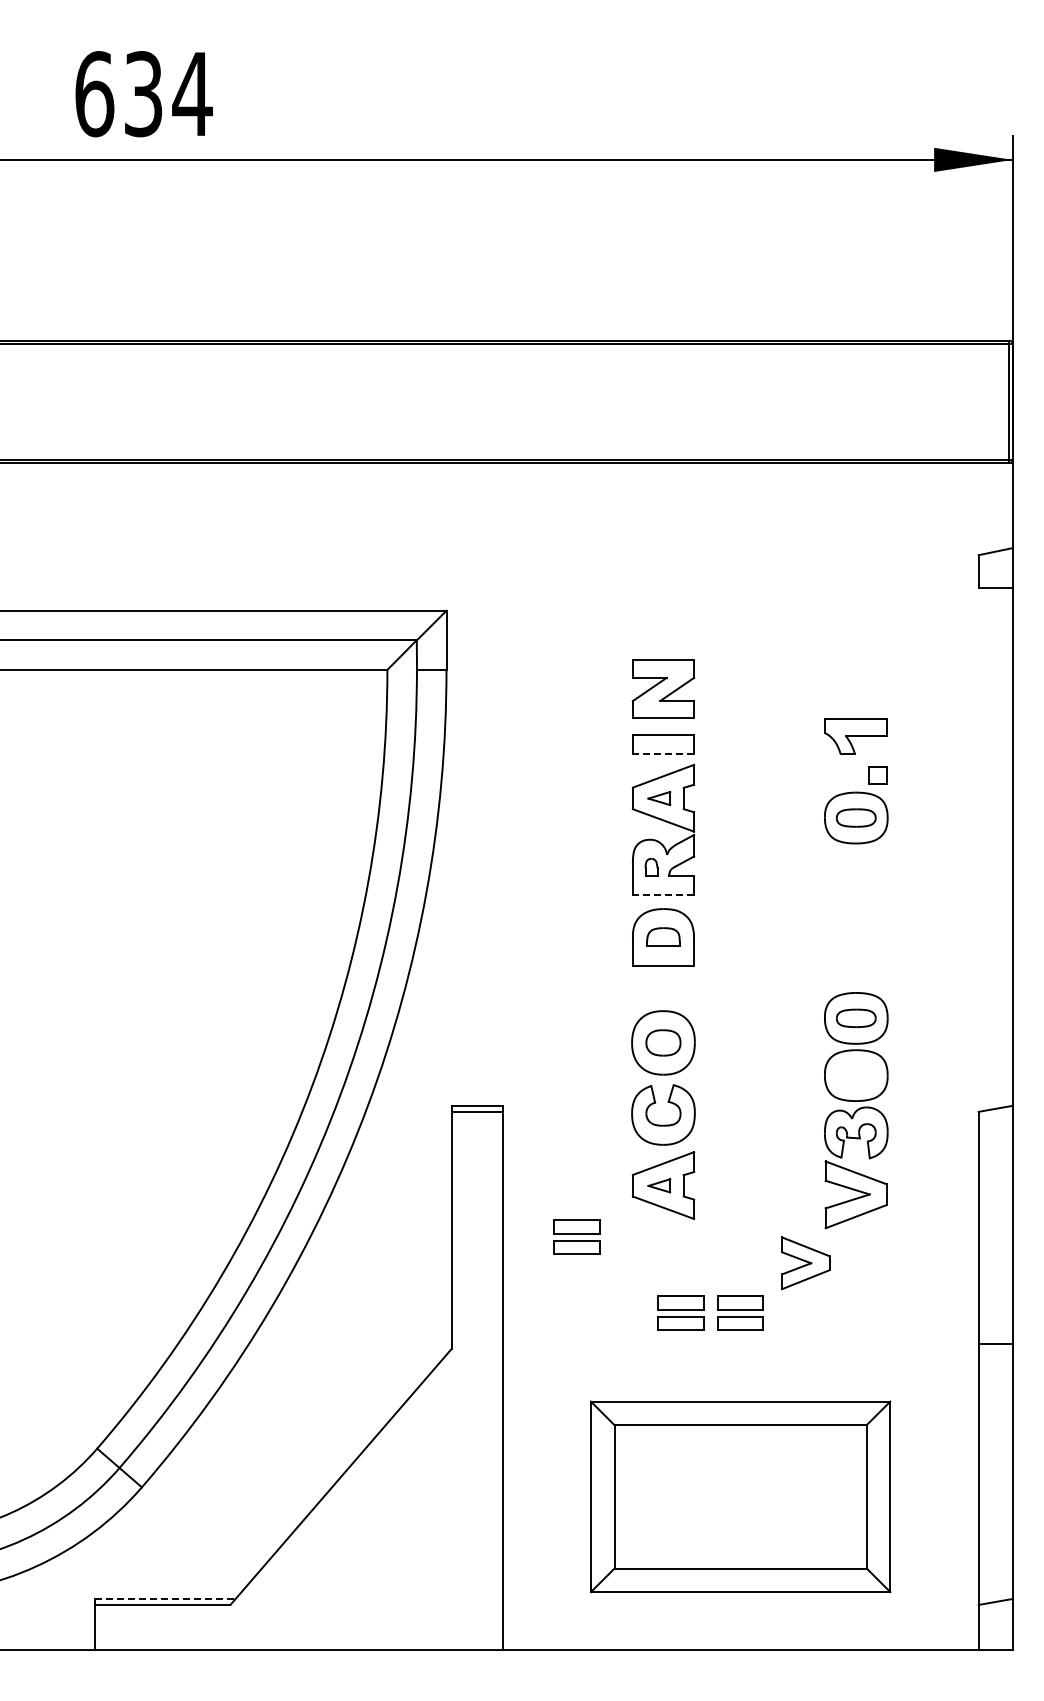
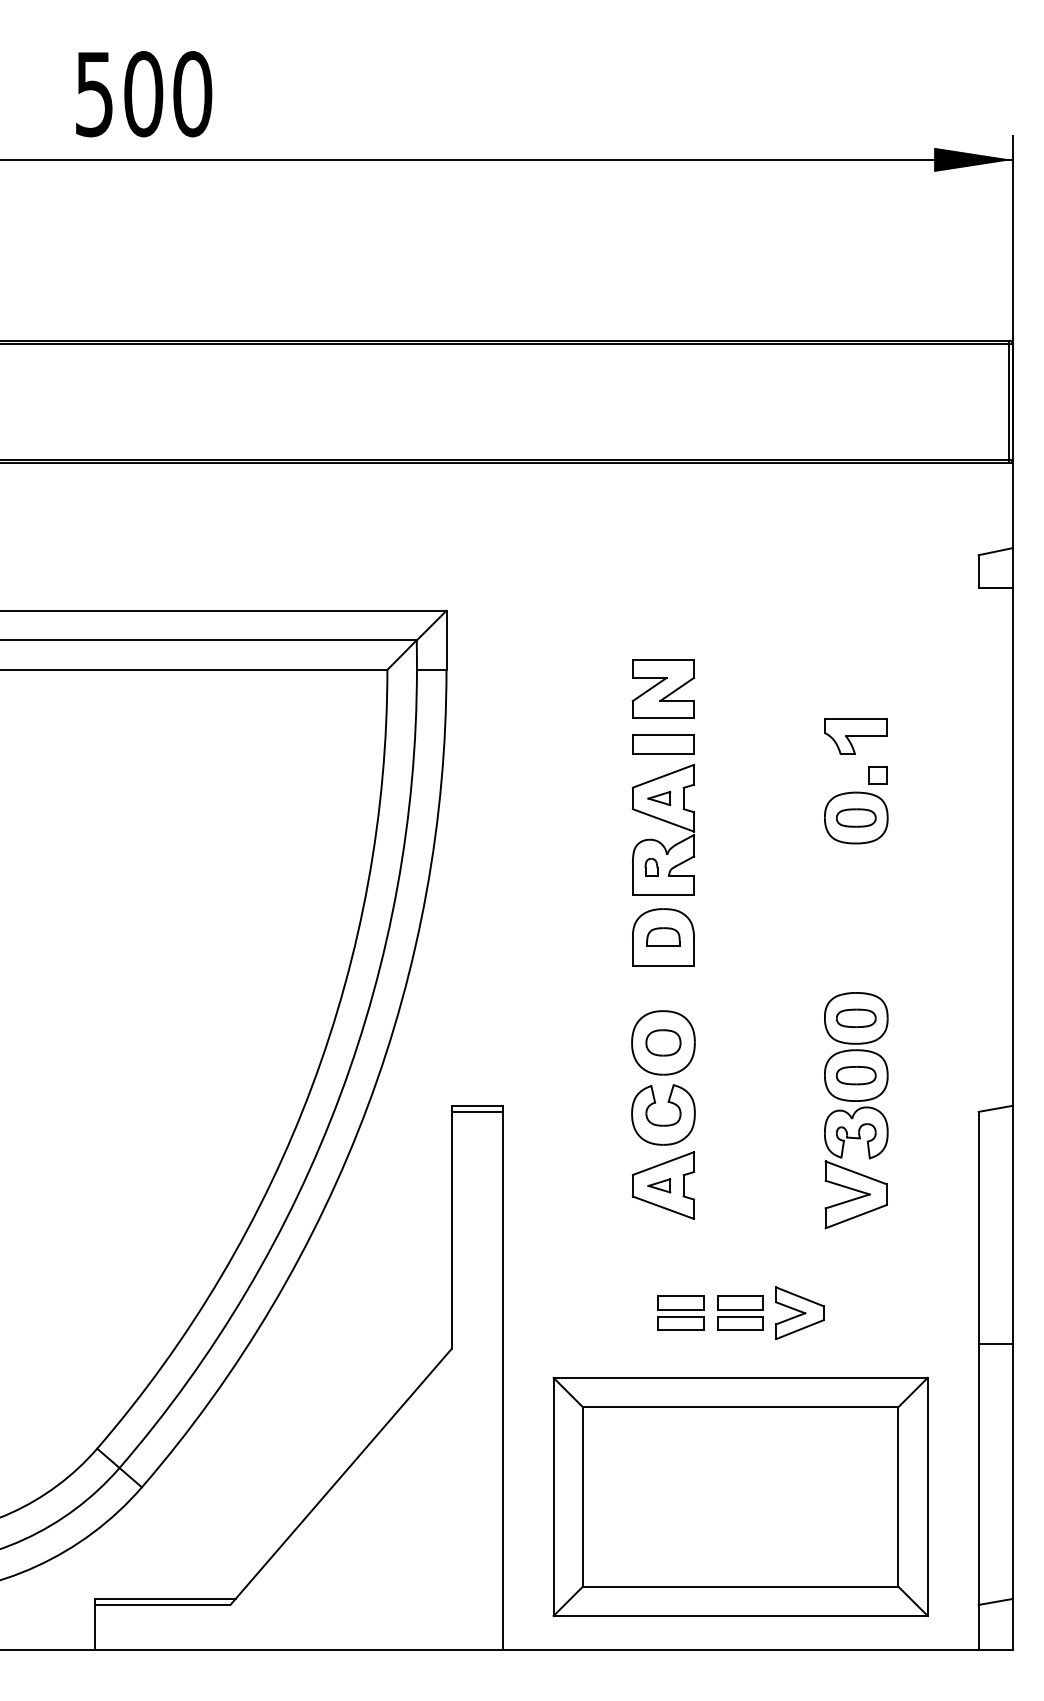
text at (143, 94): 634 -> 500
line at (663, 754): dashed -> solid
line at (663, 895): dashed -> solid
part at (856, 1075): none -> present
part at (576, 1236): present -> none
part at (805, 1263) position: (805, 1263) -> (799, 1313)
part at (740, 1496) size: 303x194 px -> 377x241 px
line at (165, 1598): dashed -> solid
